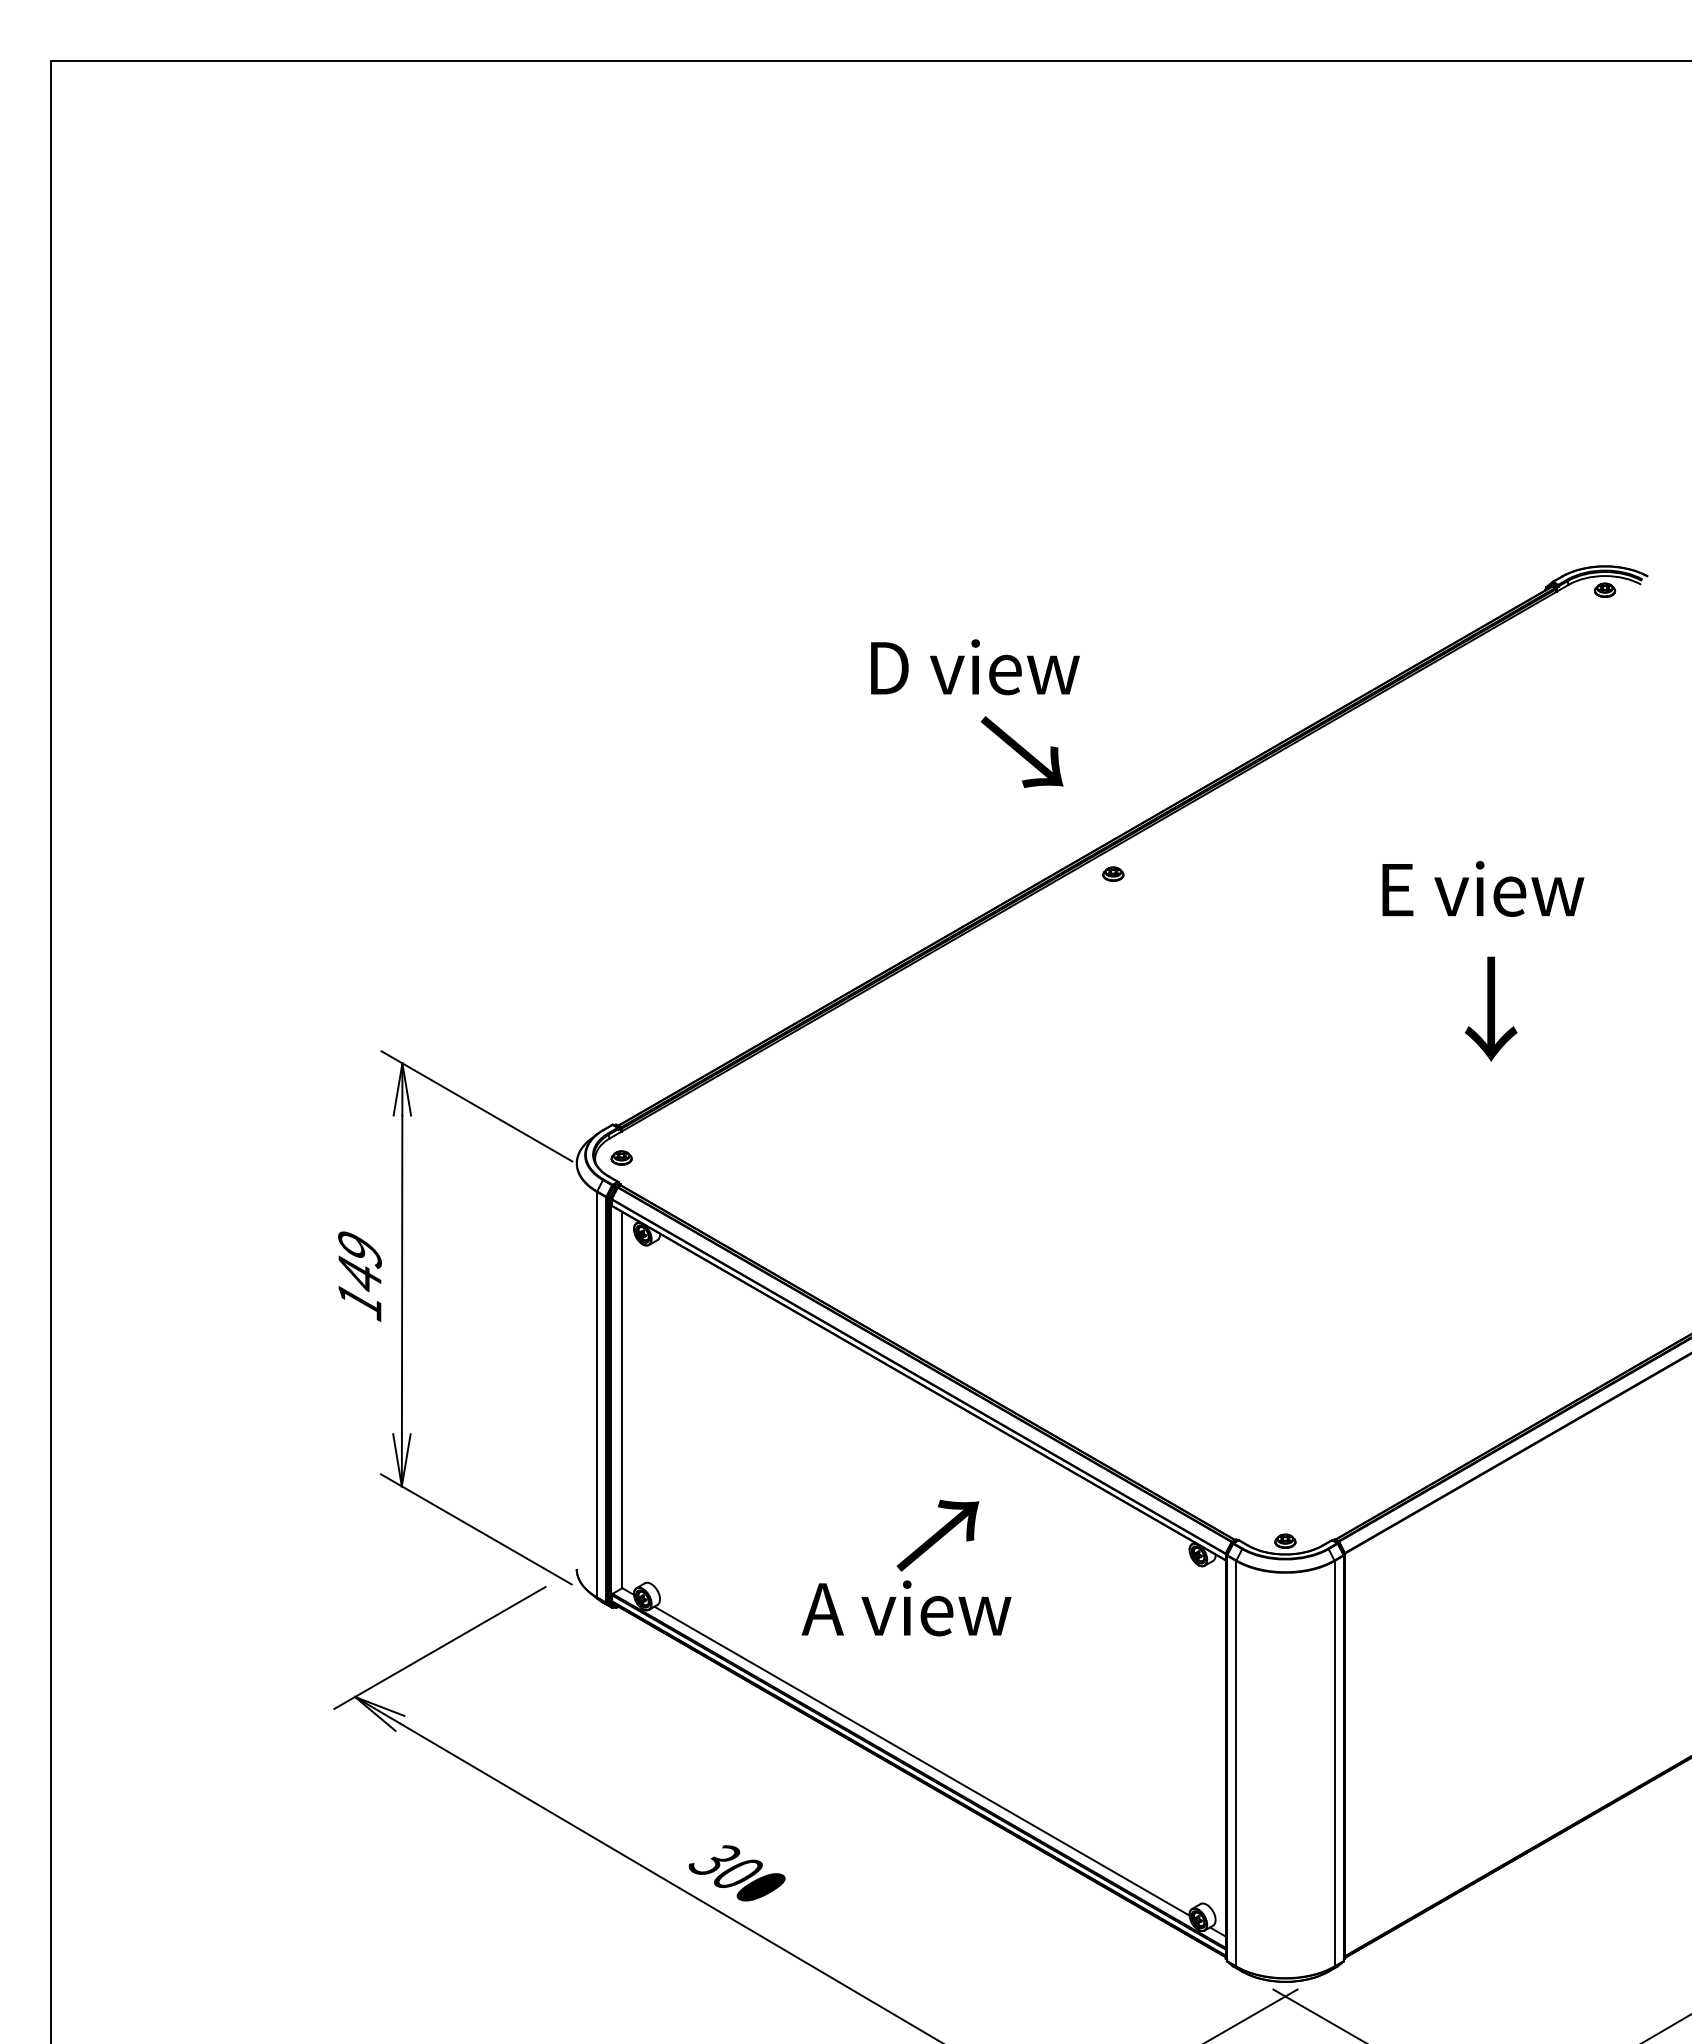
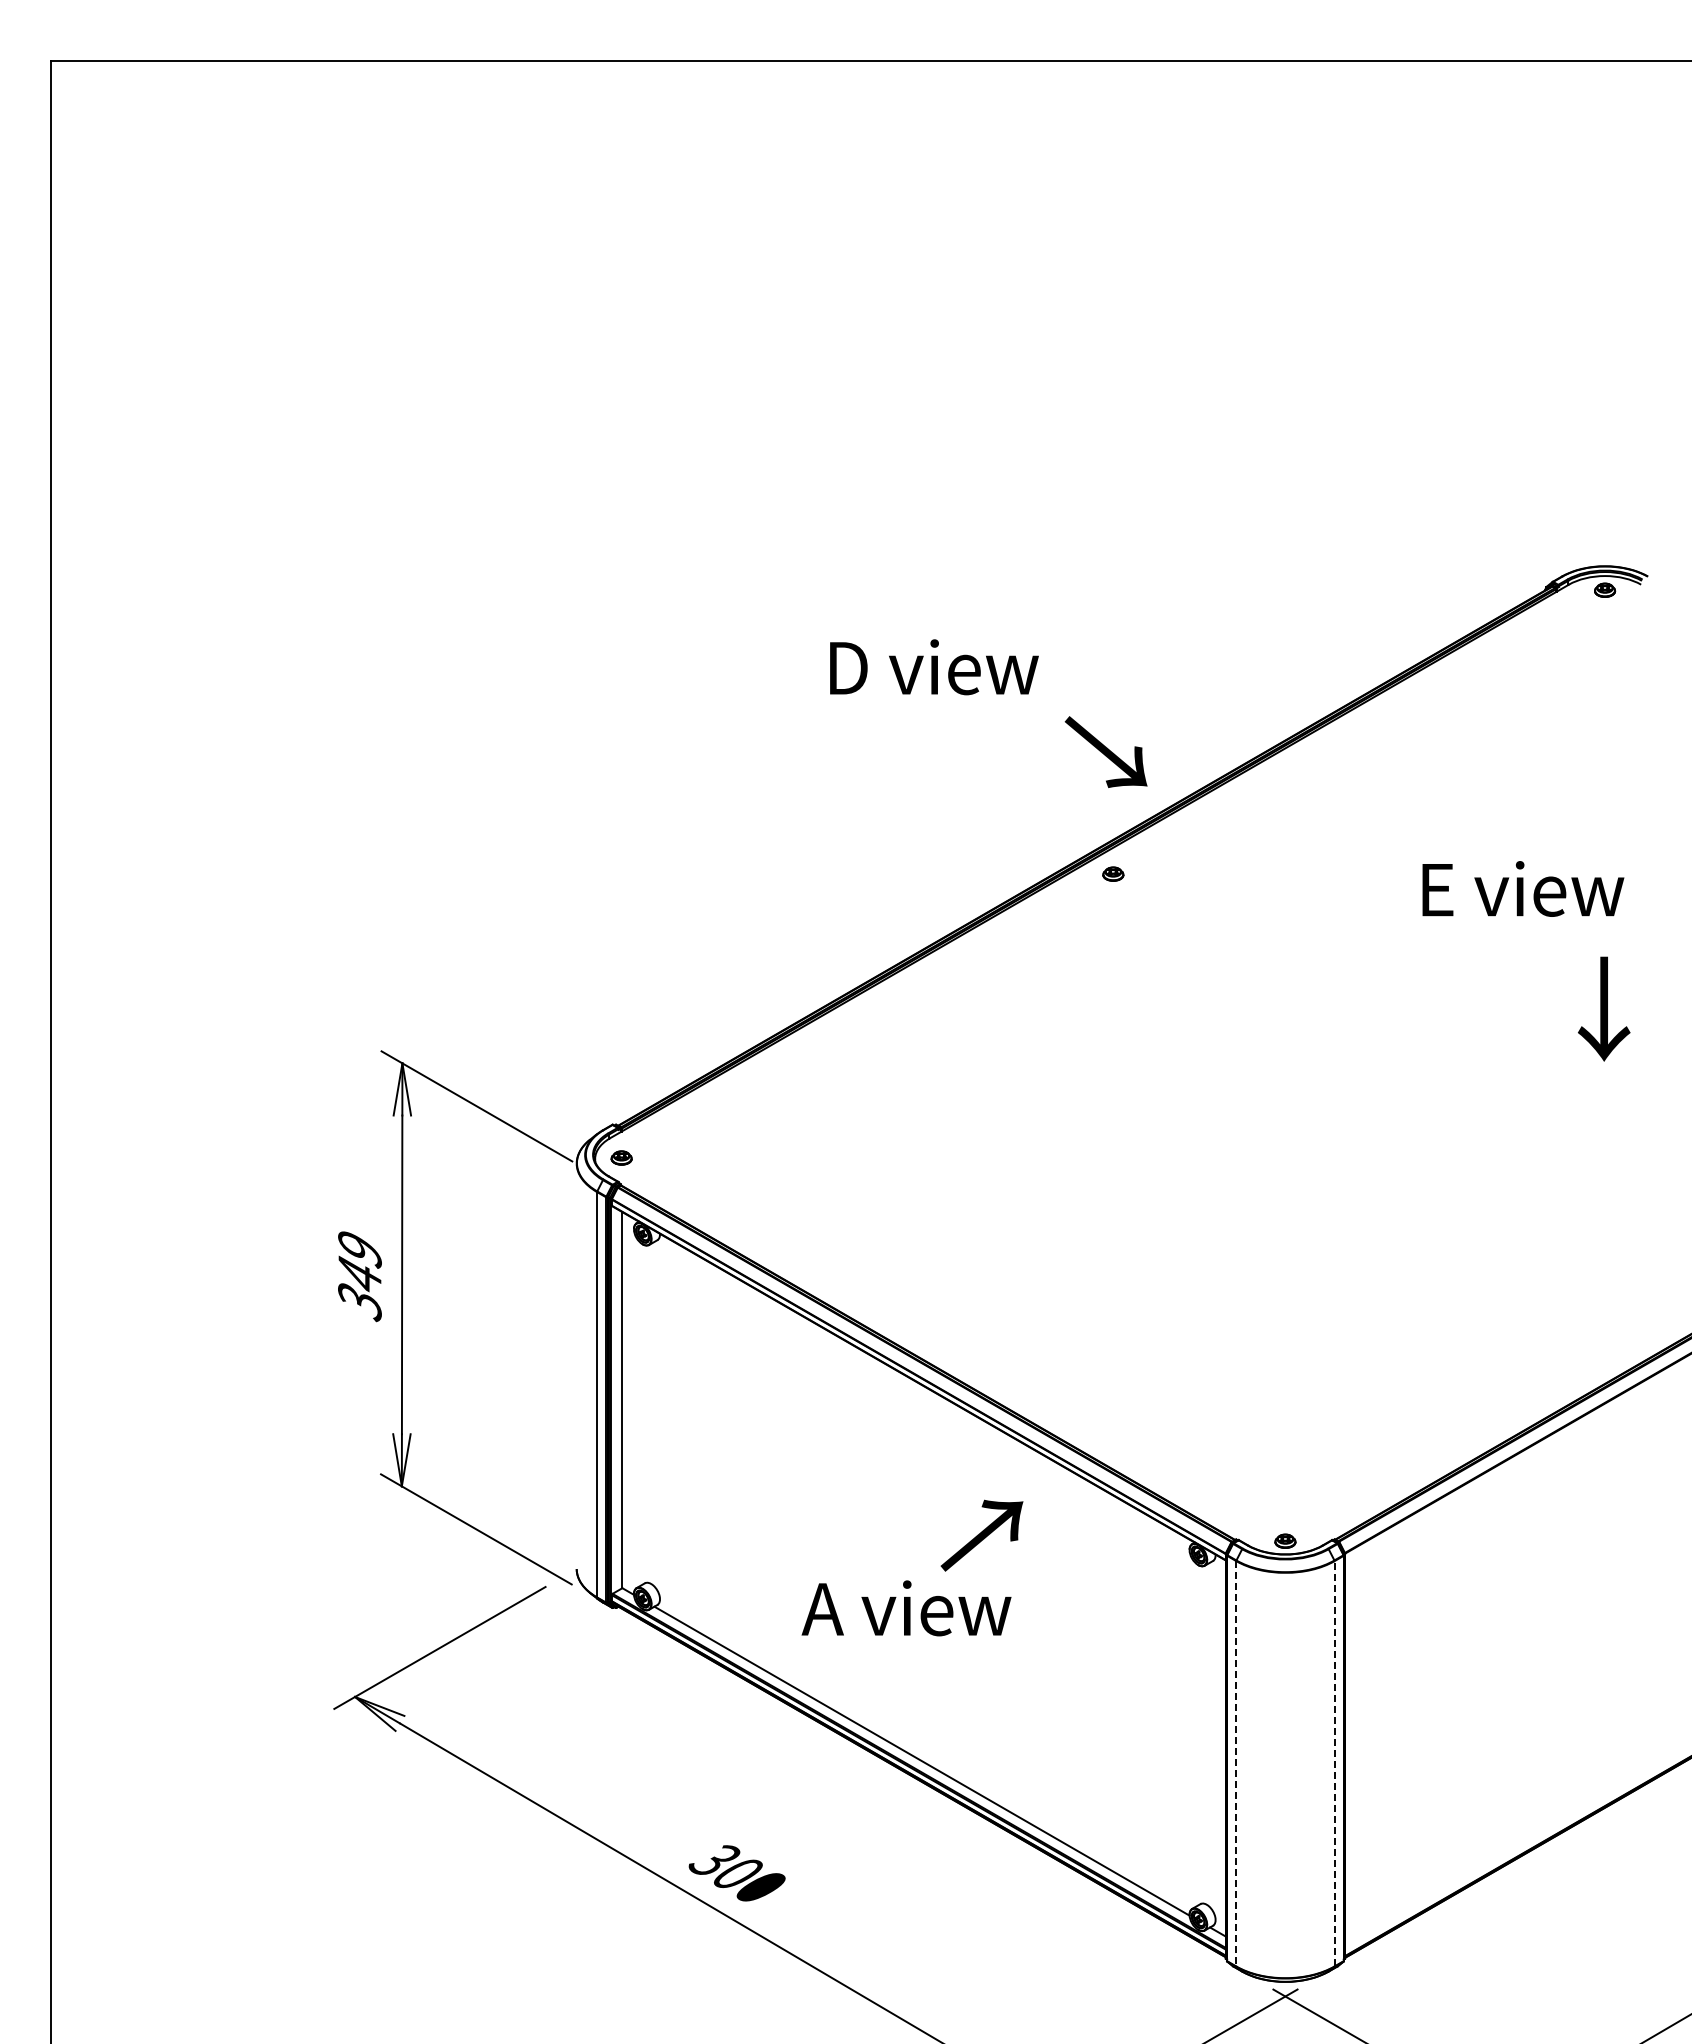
text at (975, 667) position: (975, 667) -> (934, 667)
text at (1021, 751) position: (1021, 751) -> (1105, 751)
text at (1483, 888) position: (1483, 888) -> (1523, 888)
text at (1491, 1008) position: (1491, 1008) -> (1604, 1008)
text at (359, 1302): 149 -> 349
text at (937, 1535) position: (937, 1535) -> (981, 1535)
line at (1236, 1763): solid -> dashed
line at (1334, 1763): solid -> dashed
